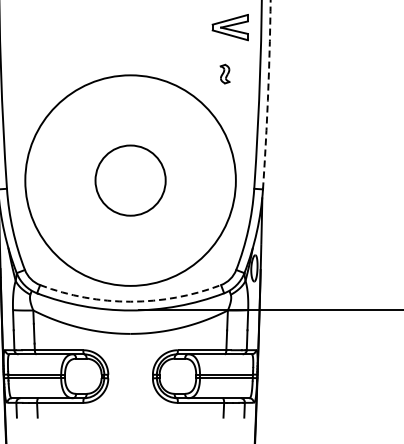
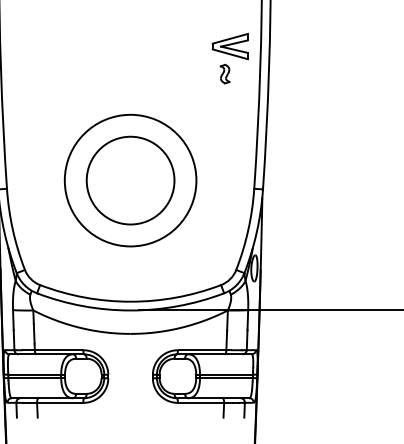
part at (229, 27) position: (229, 27) -> (229, 46)
arc at (268, 94): dashed -> solid
circle at (130, 180) diameter: 211 px -> 132 px
circle at (130, 180) diameter: 70 px -> 88 px
arc at (130, 301): dashed -> solid
